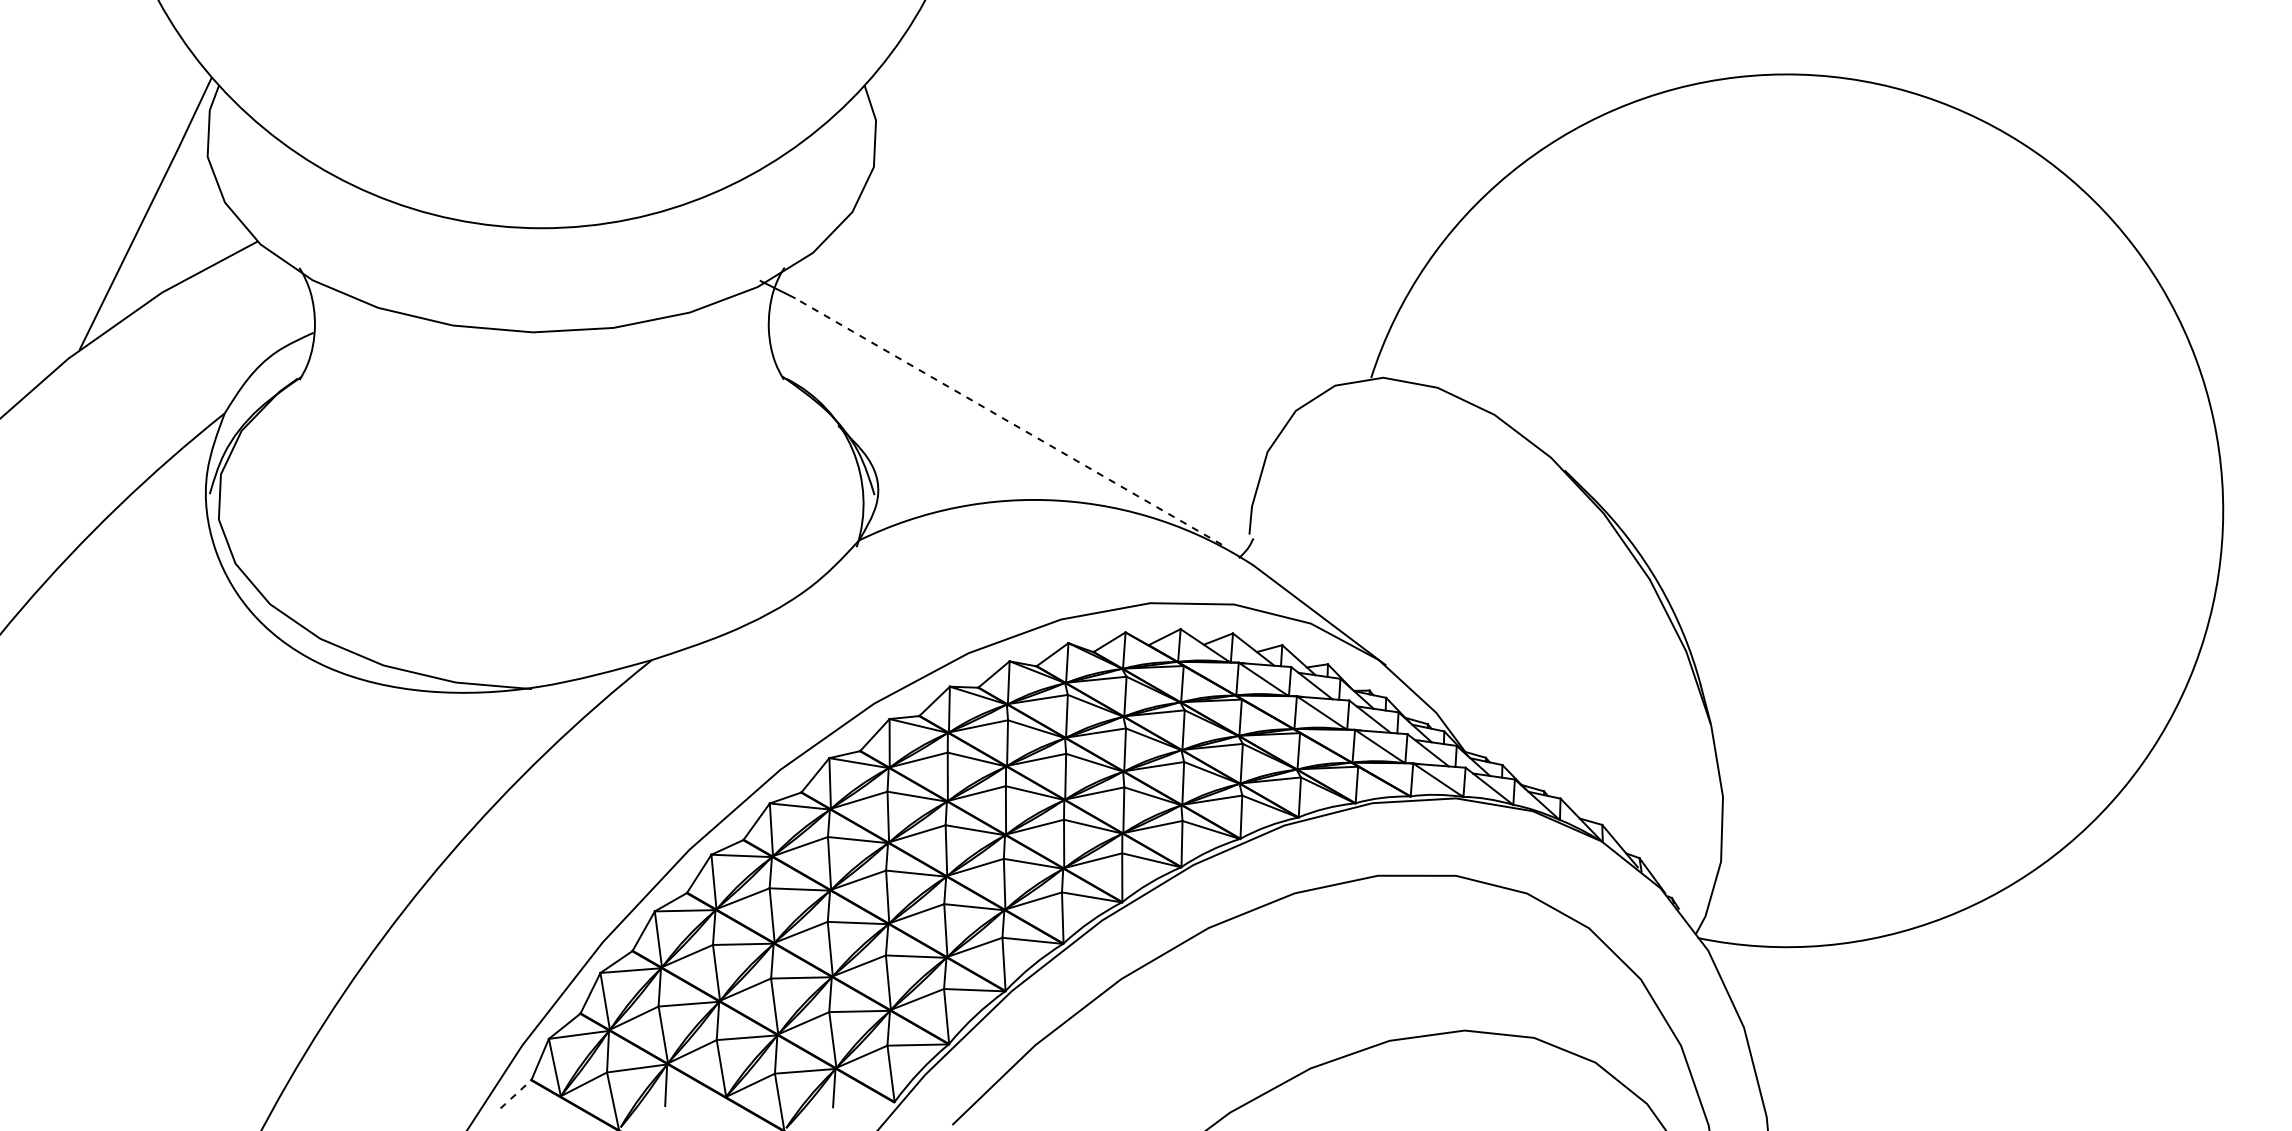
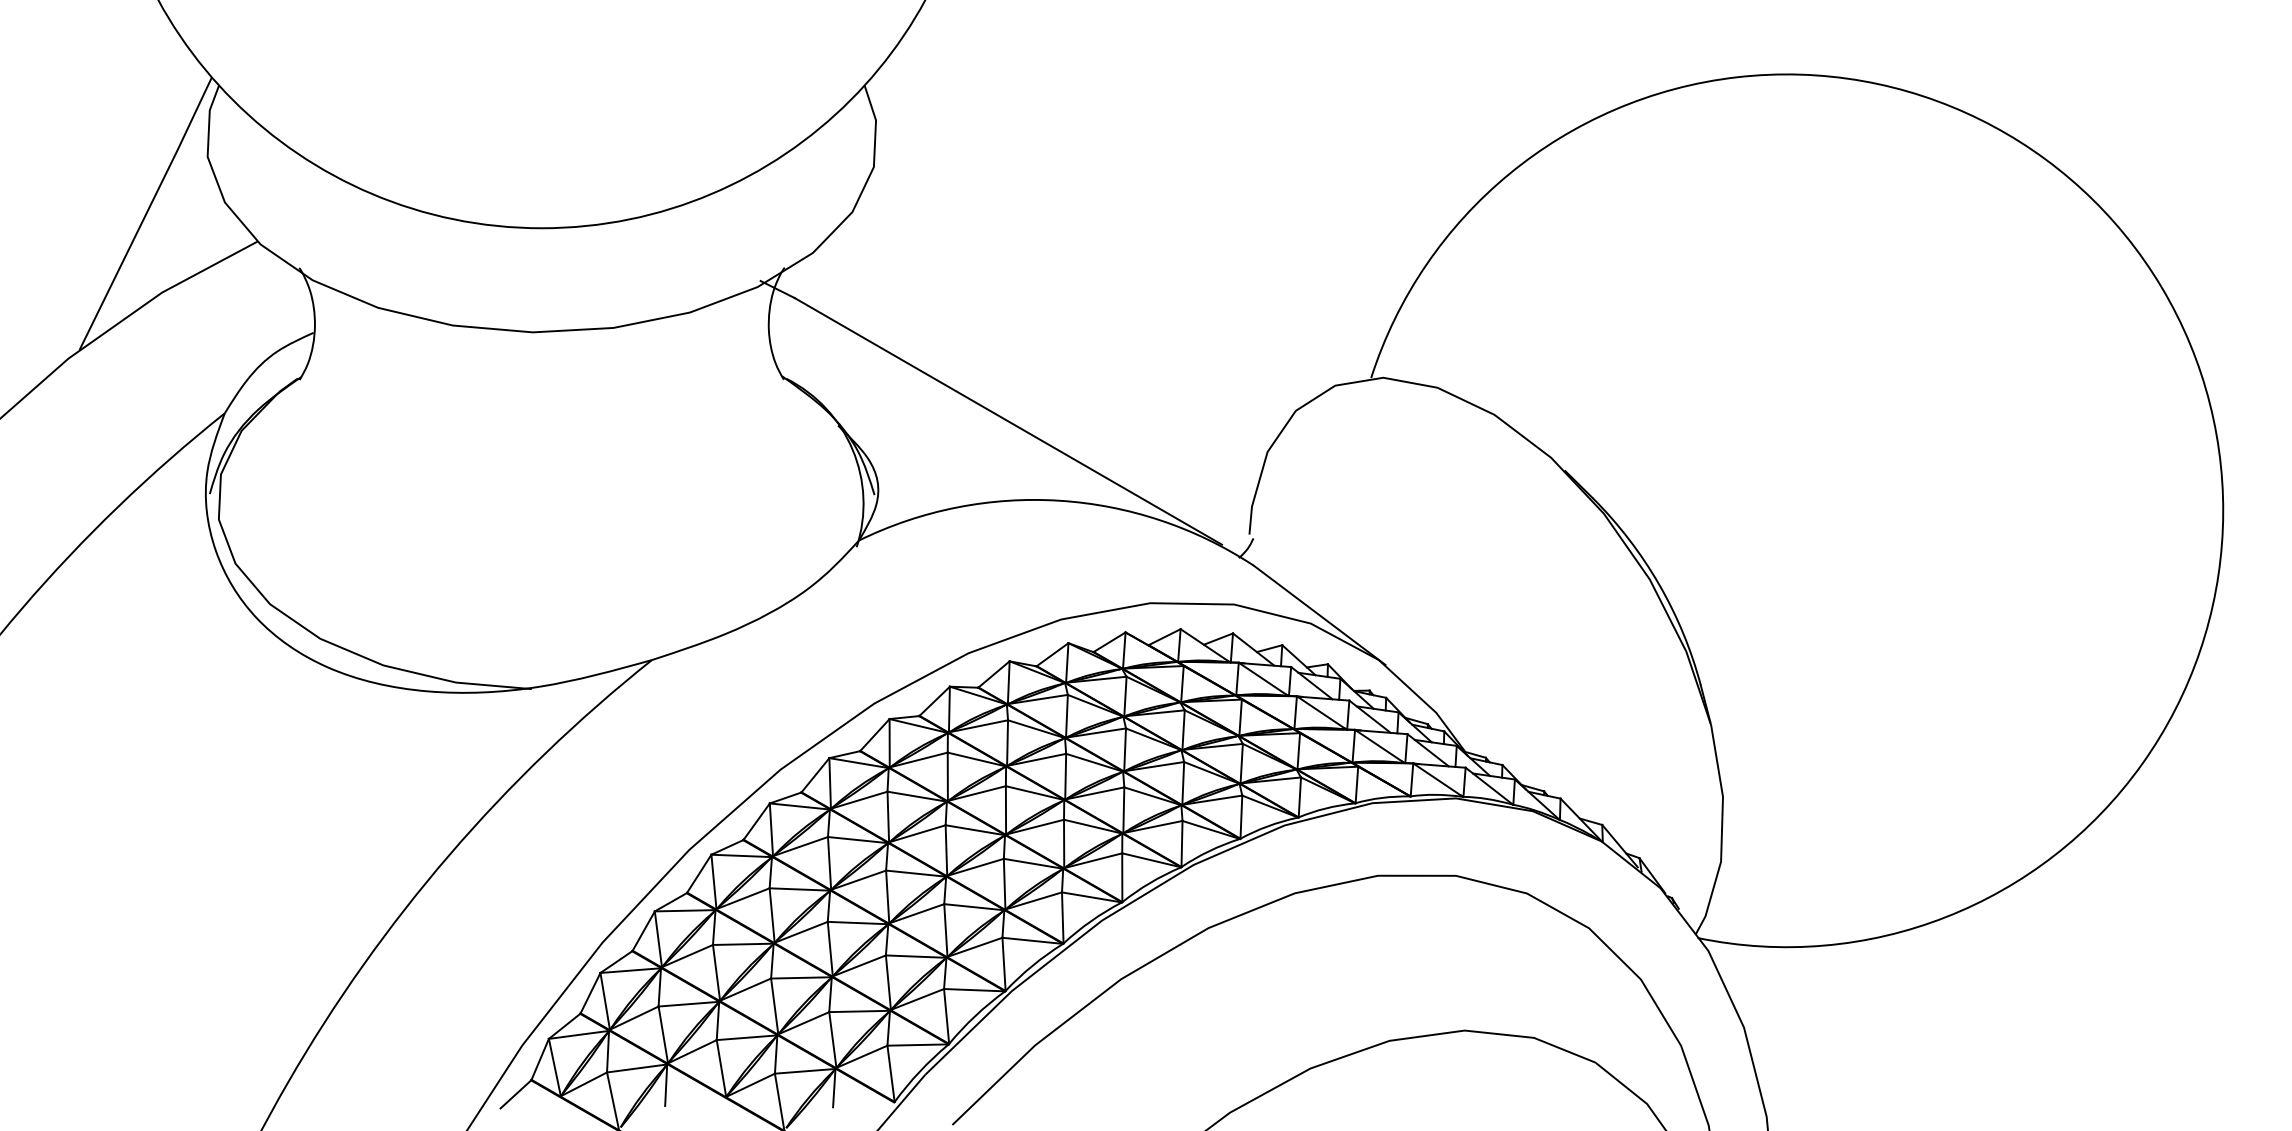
line at (1008, 421): dashed -> solid
line at (515, 1094): dashed -> solid
